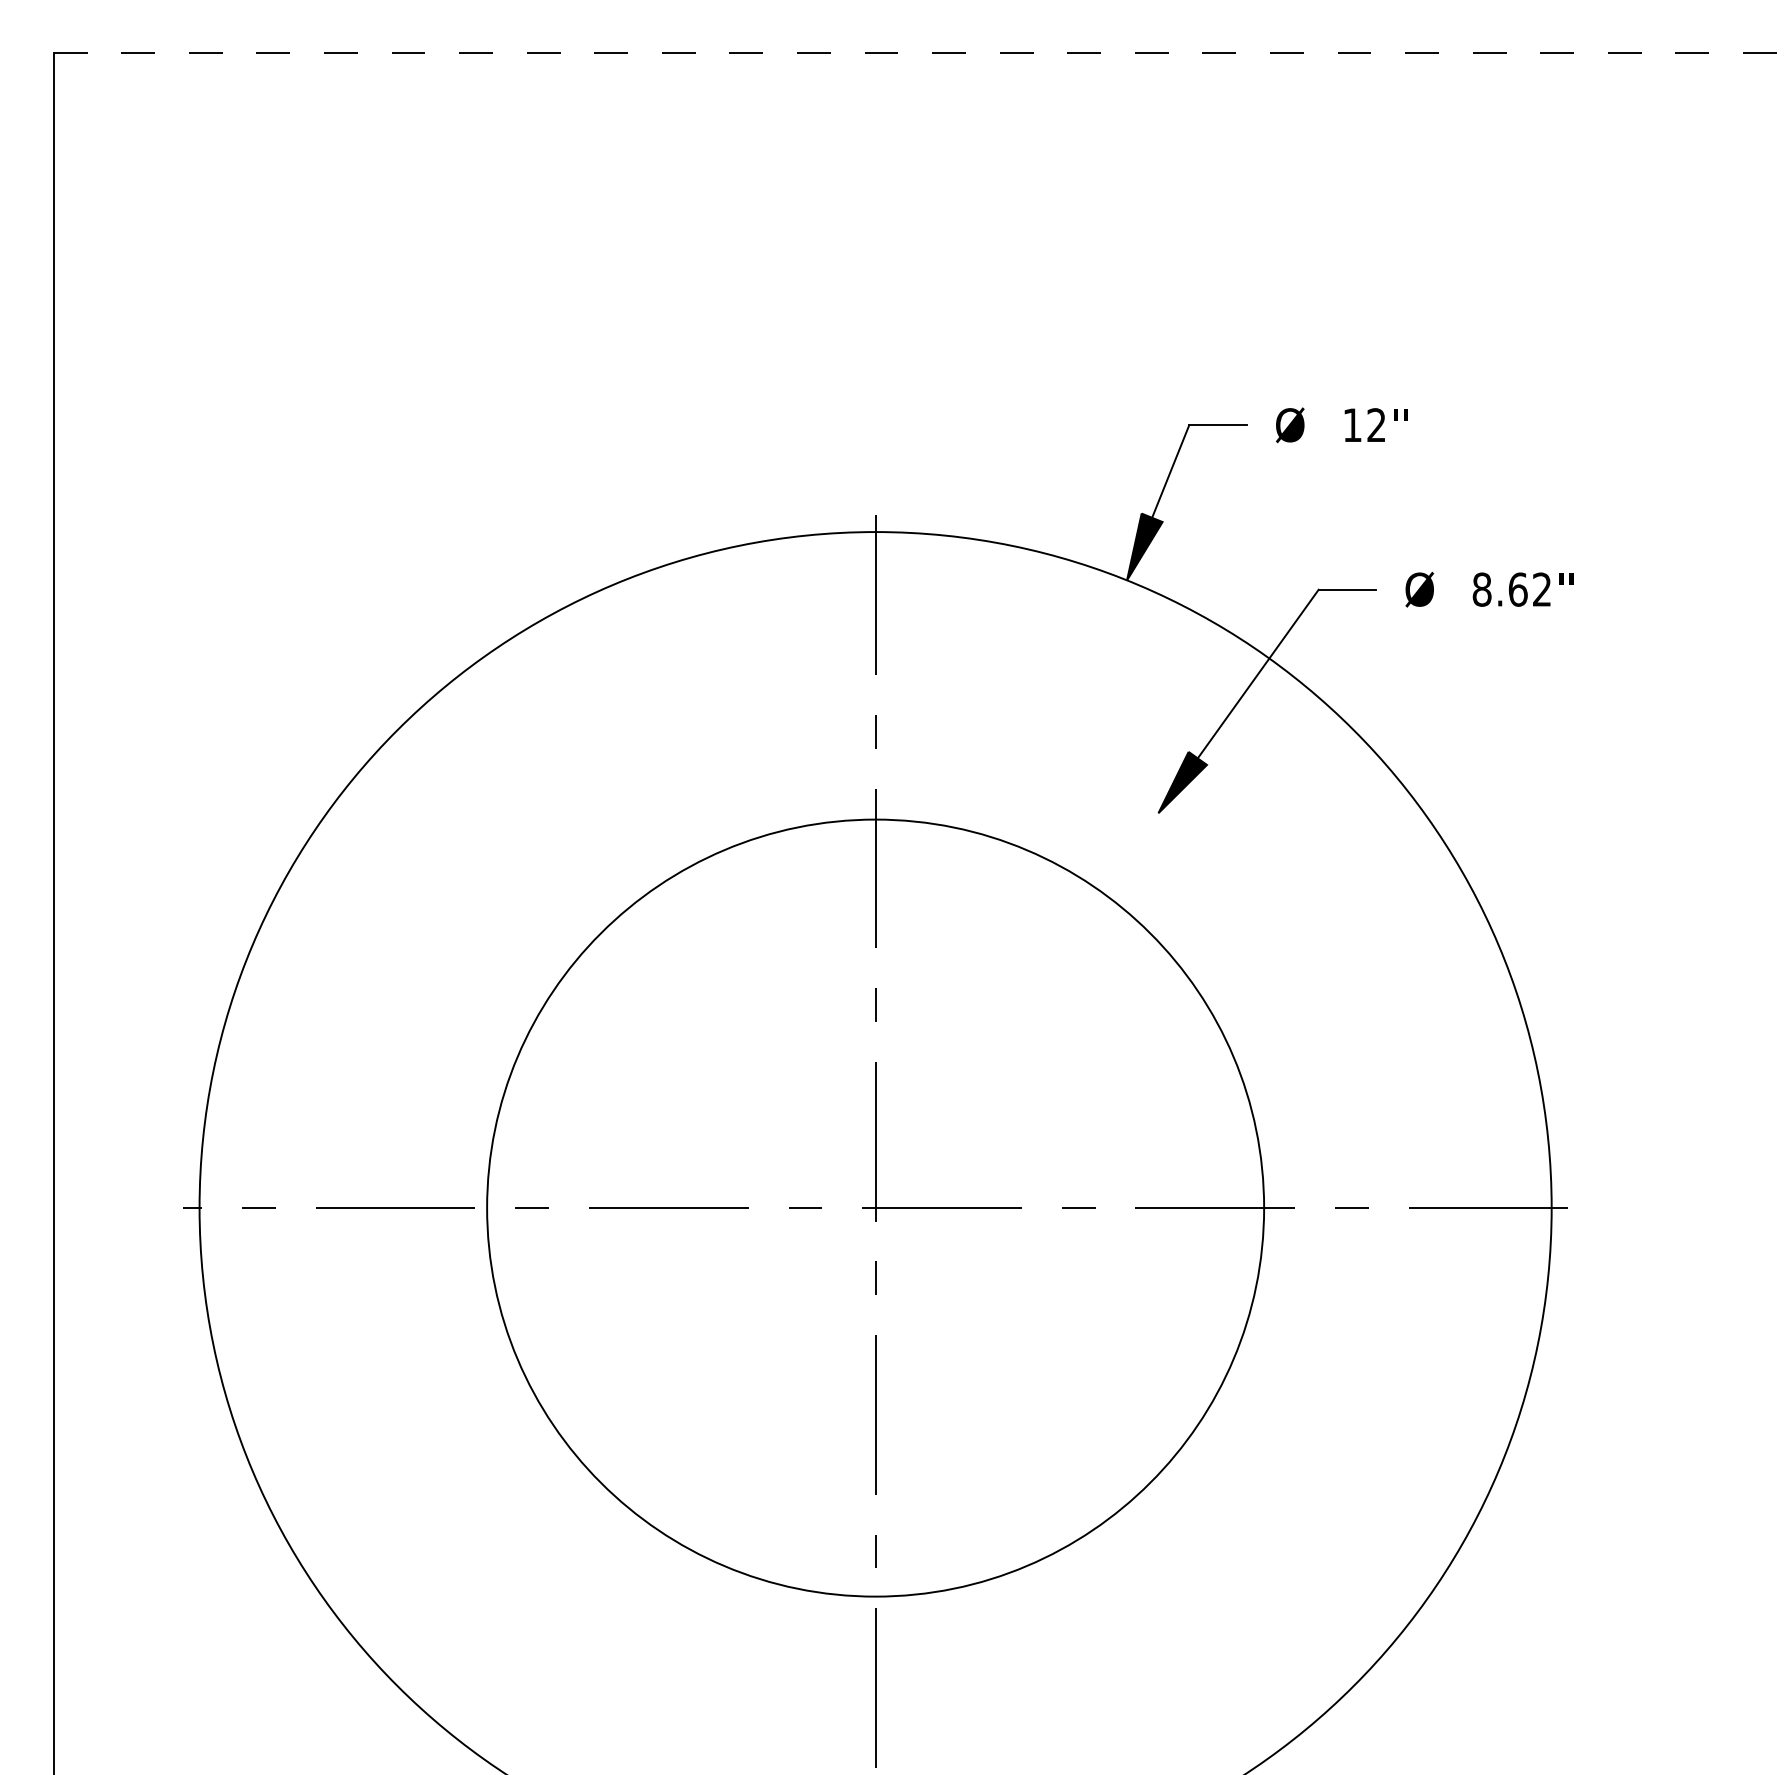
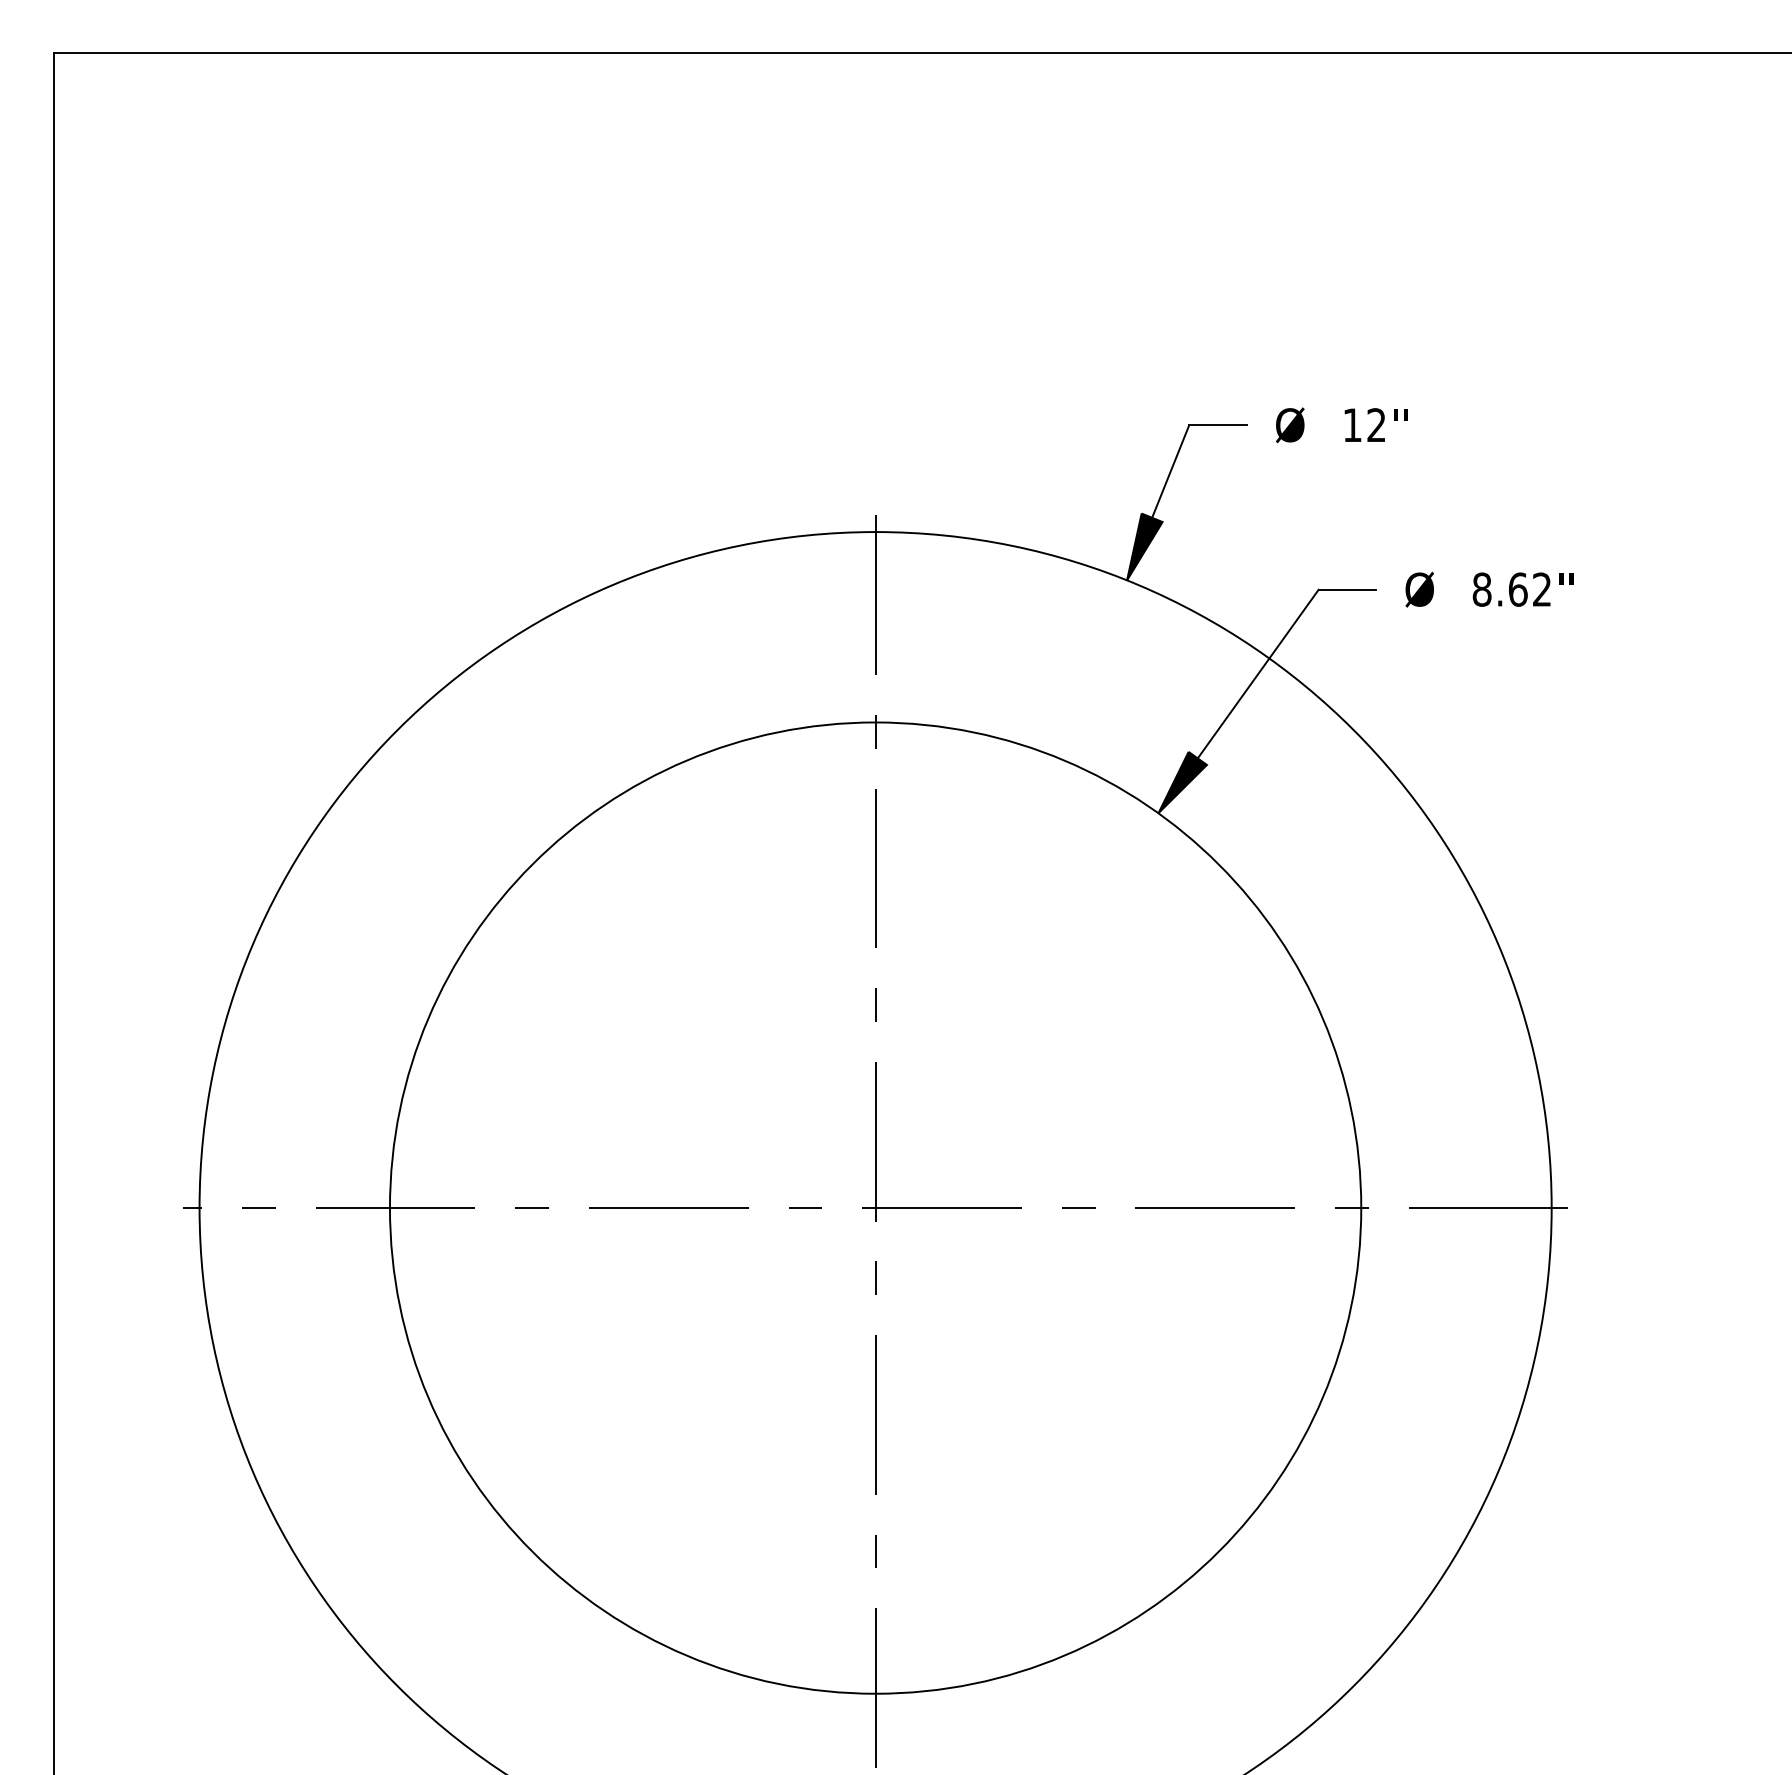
line at (922, 53): dashed -> solid
circle at (875, 1207) diameter: 777 px -> 971 px
